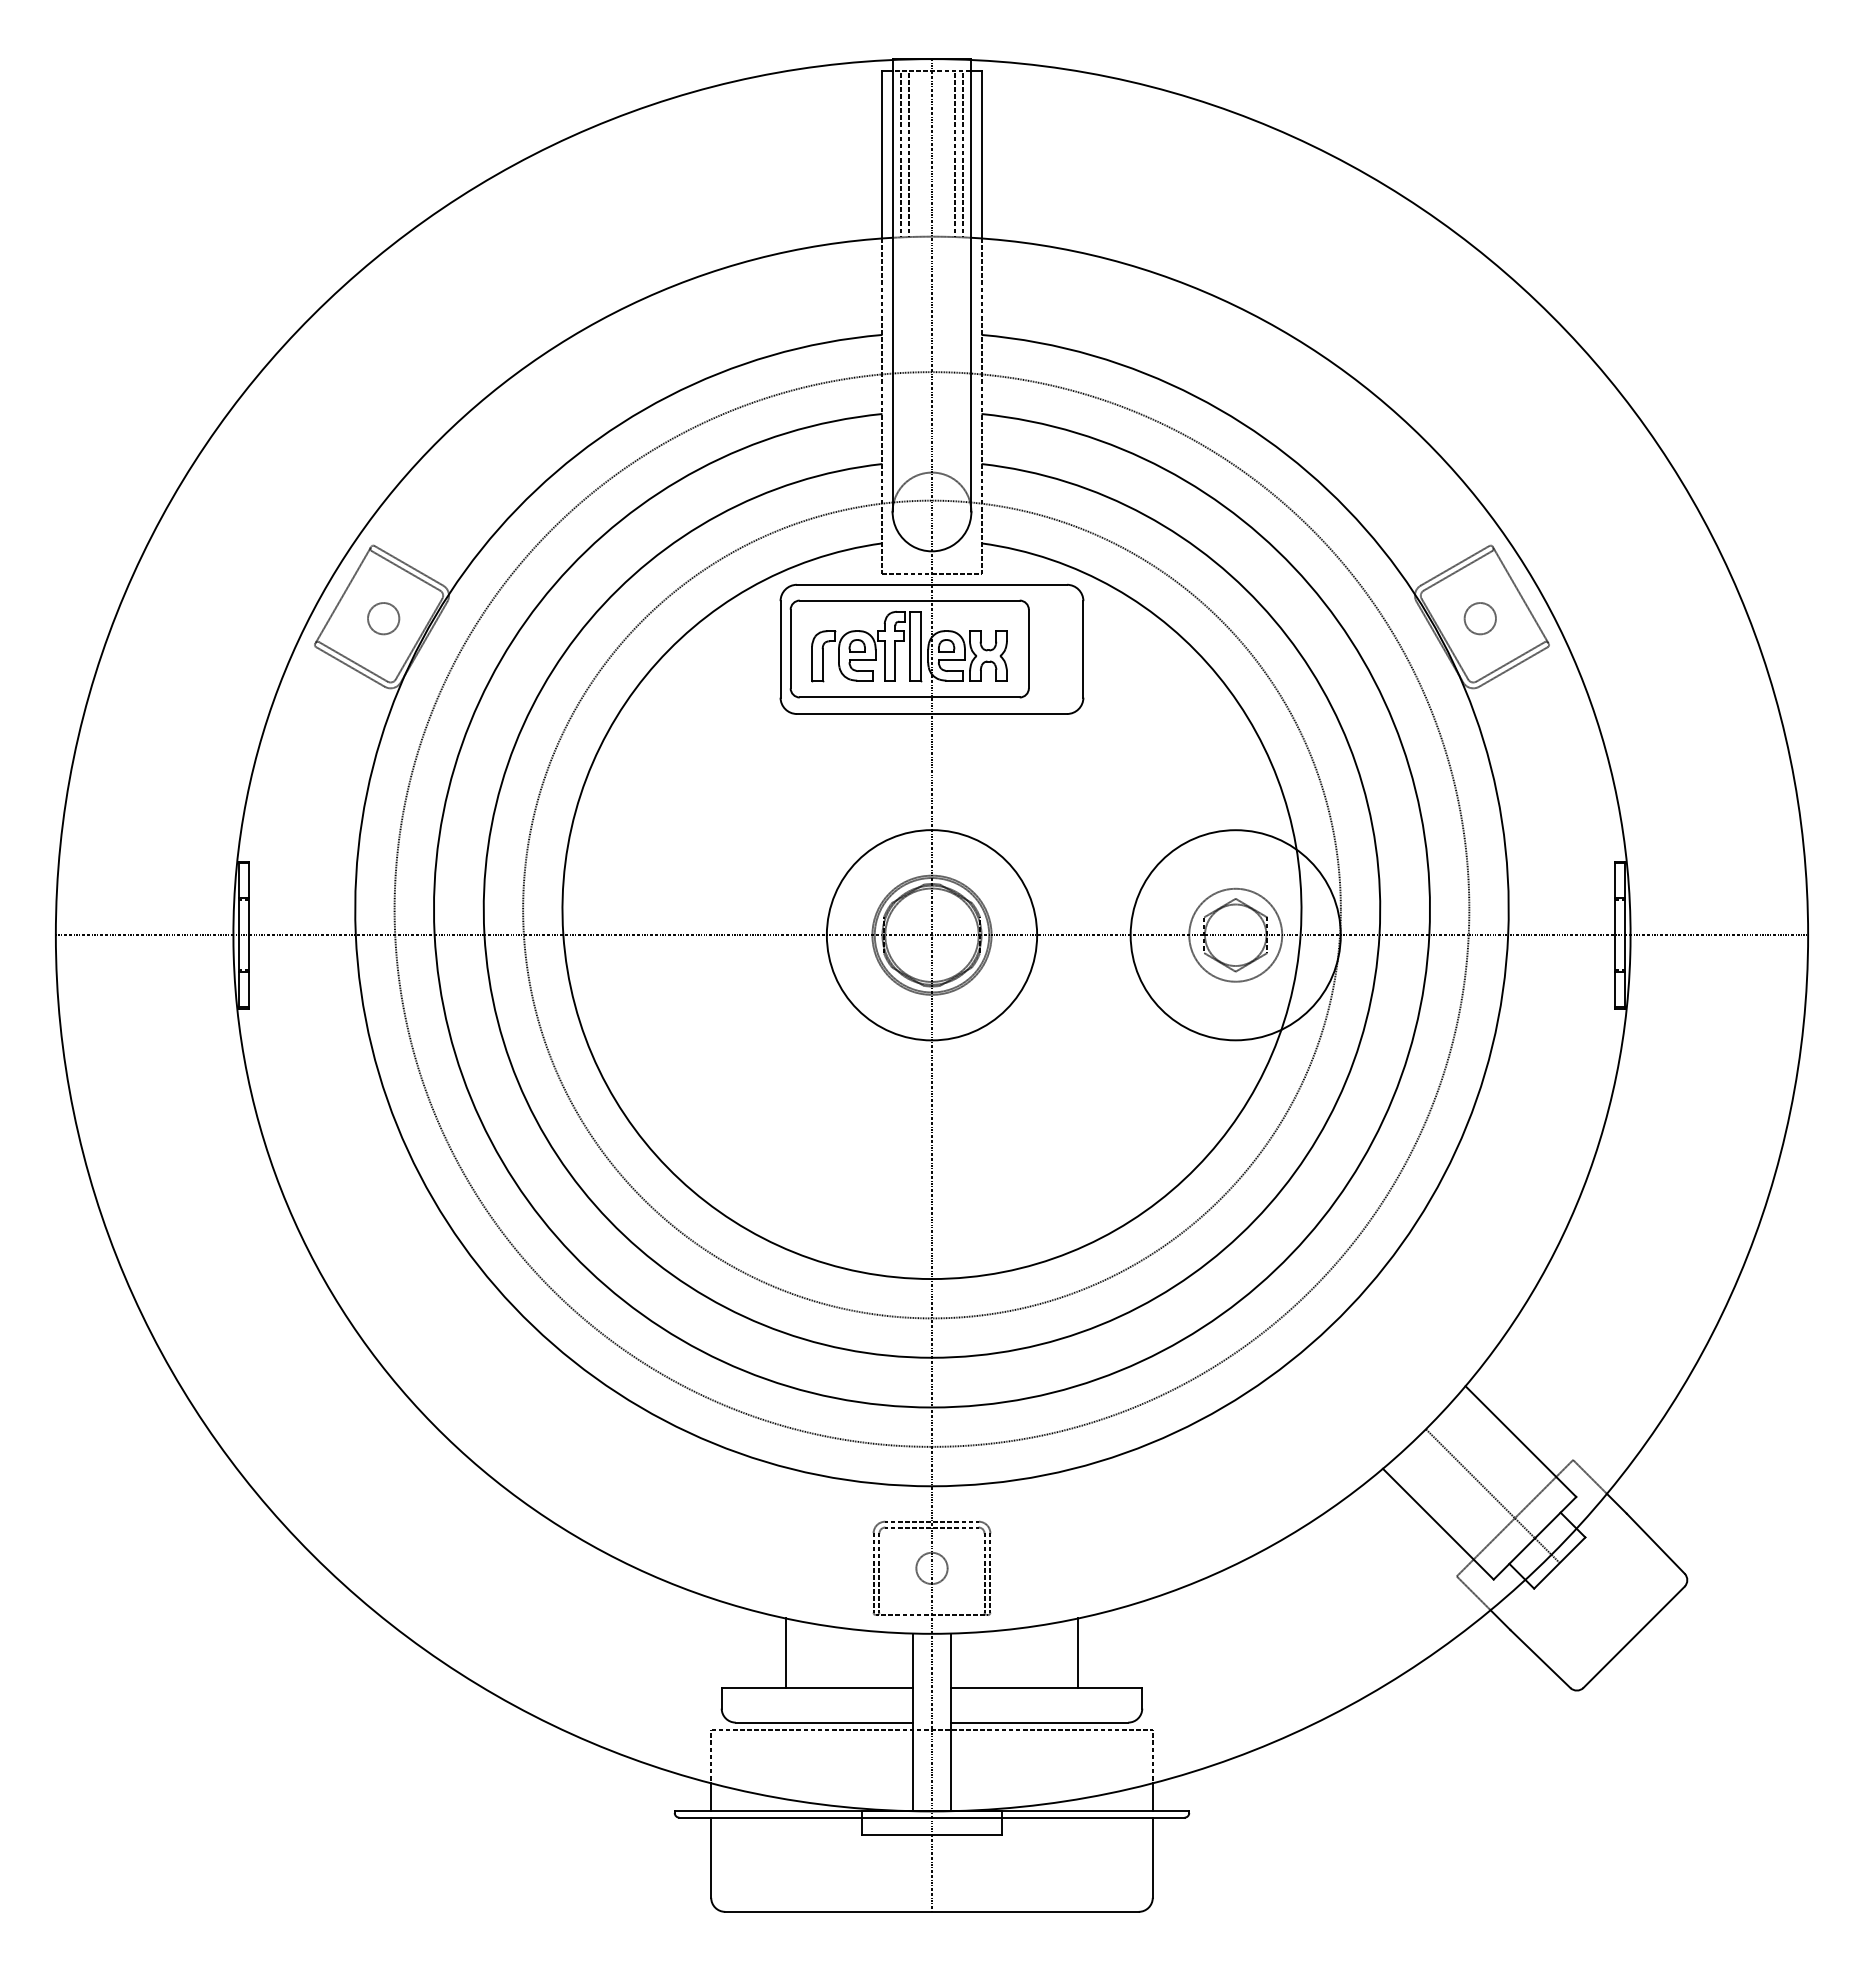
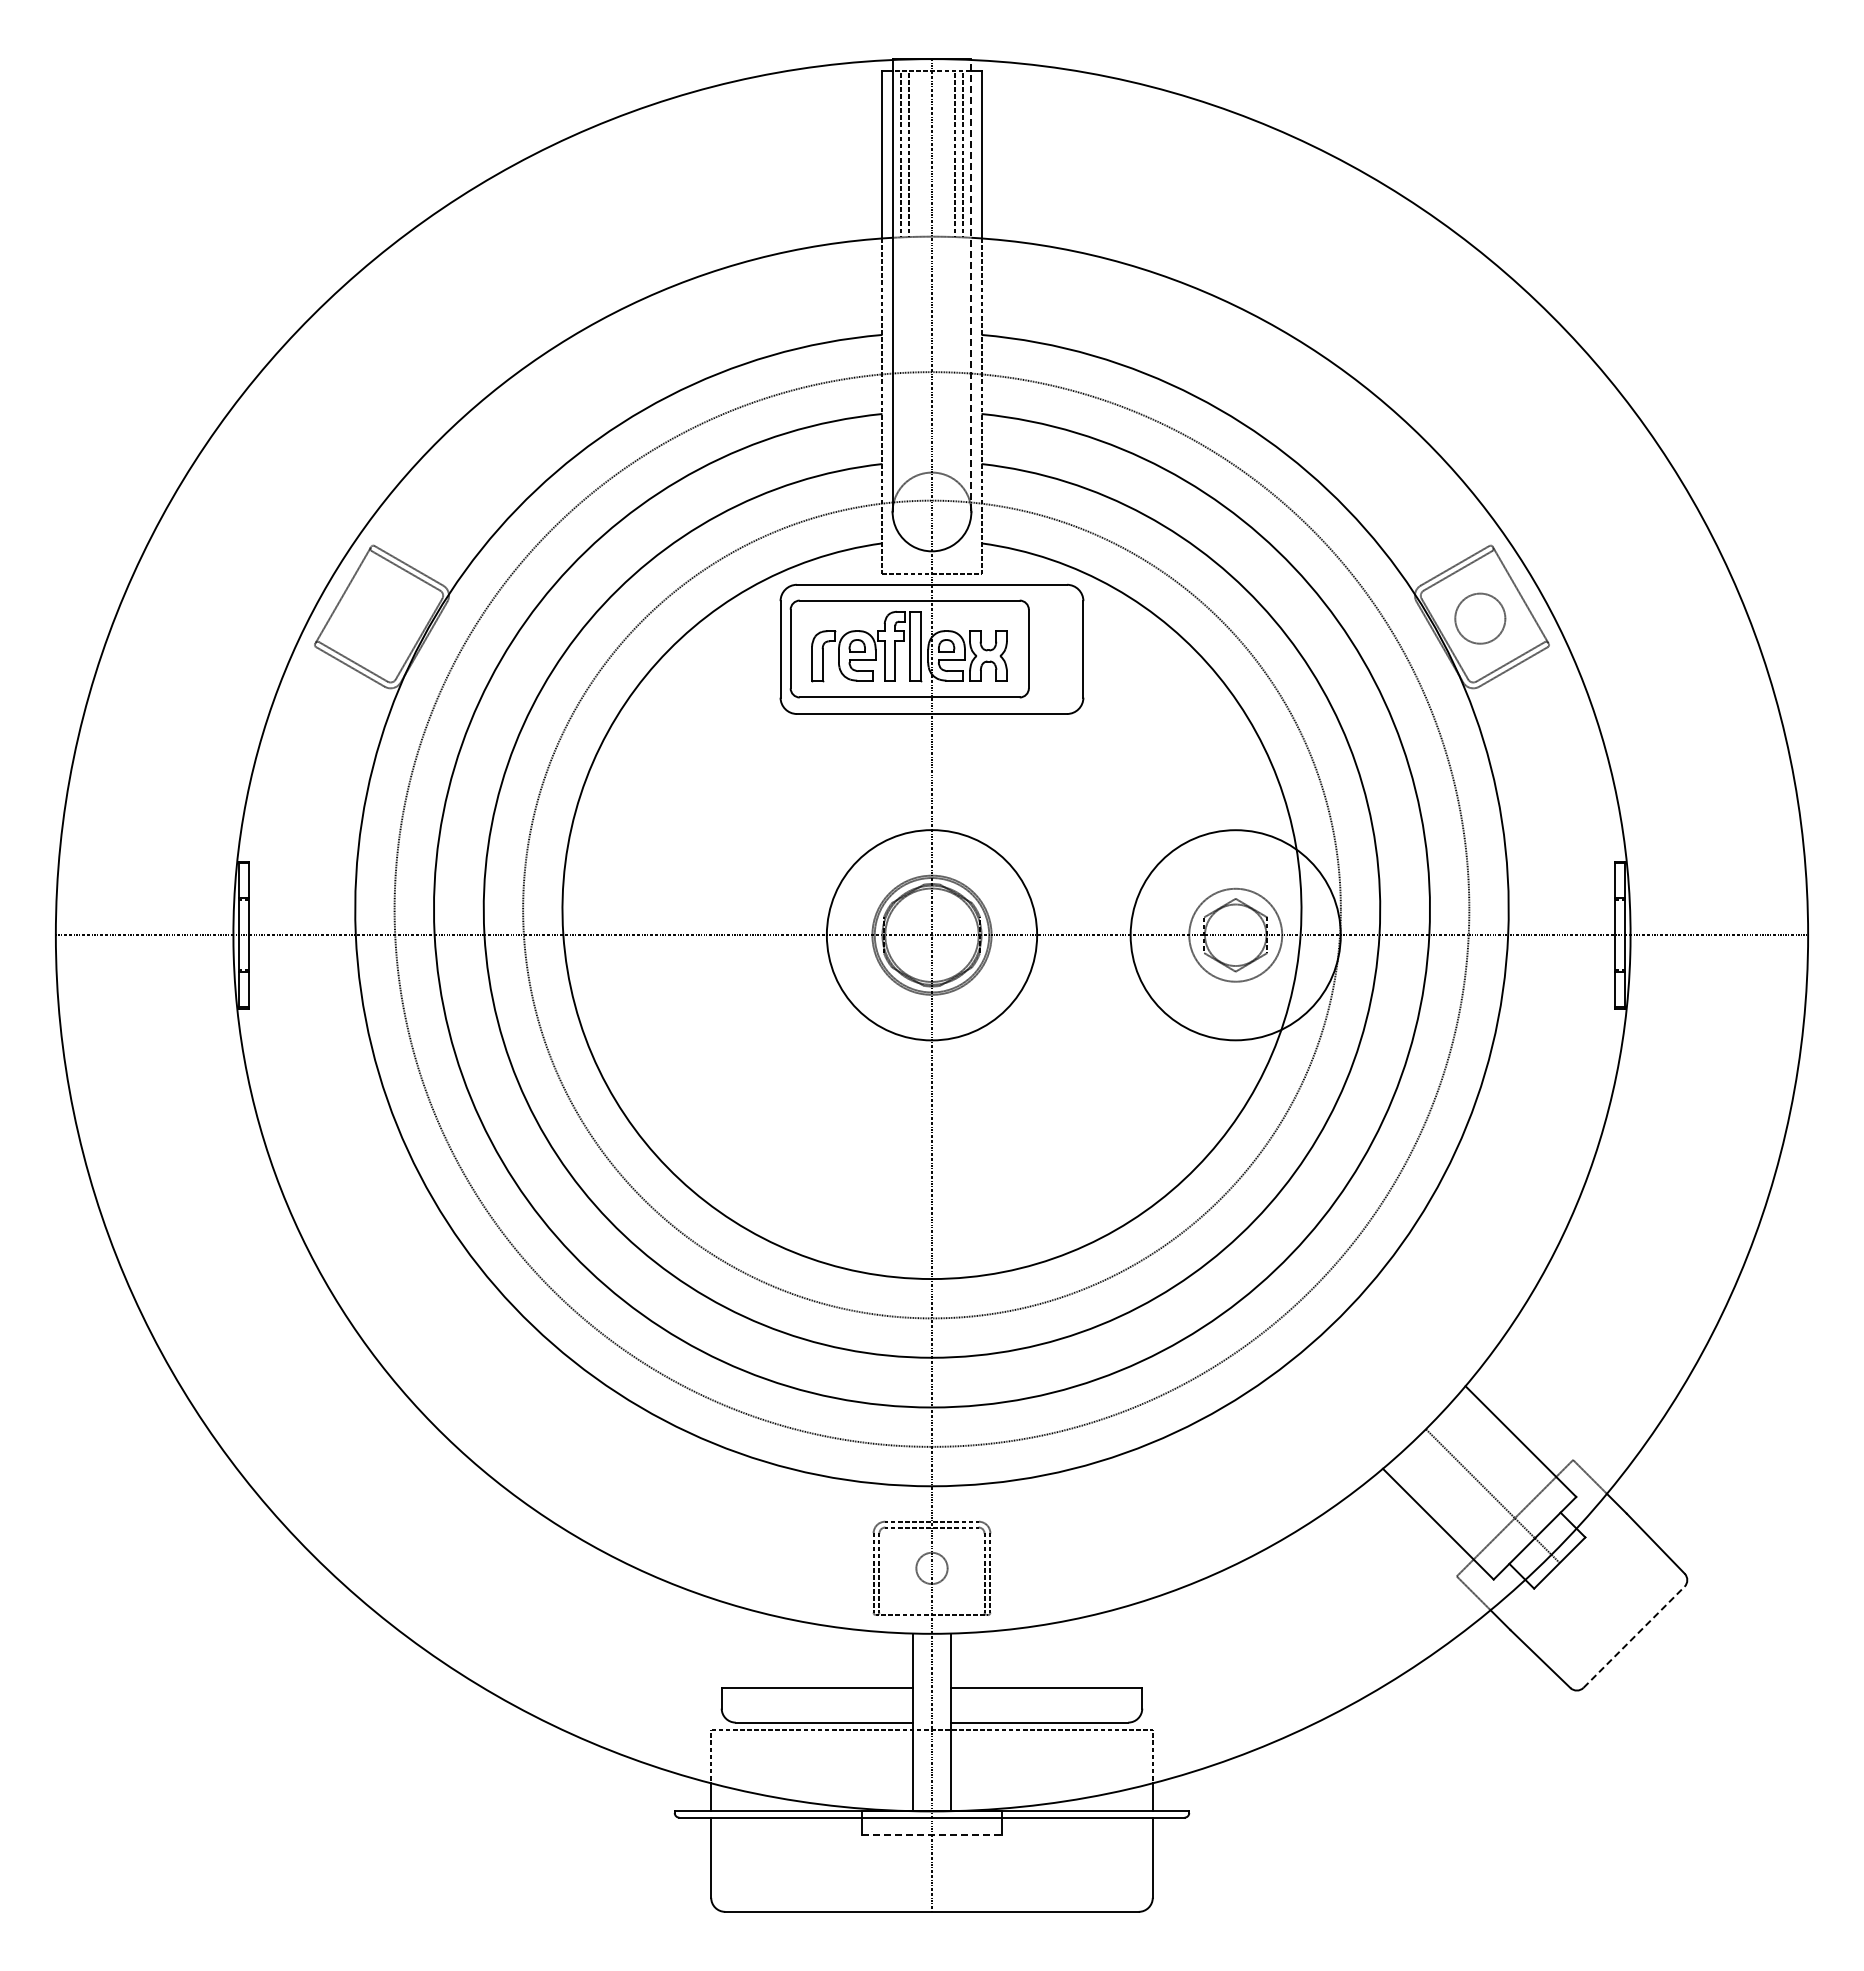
line at (971, 285): solid -> dashed
circle at (383, 618): present -> none
circle at (1479, 618) diameter: 31 px -> 50 px
line at (1634, 1636): solid -> dashed
line at (785, 1652): present -> none
line at (1078, 1652): present -> none
line at (932, 1834): solid -> dashed
